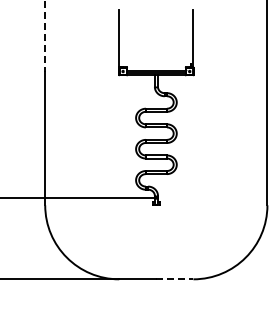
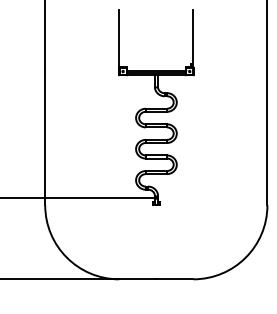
line at (45, 36): dashed -> solid
line at (175, 279): dashed -> solid
